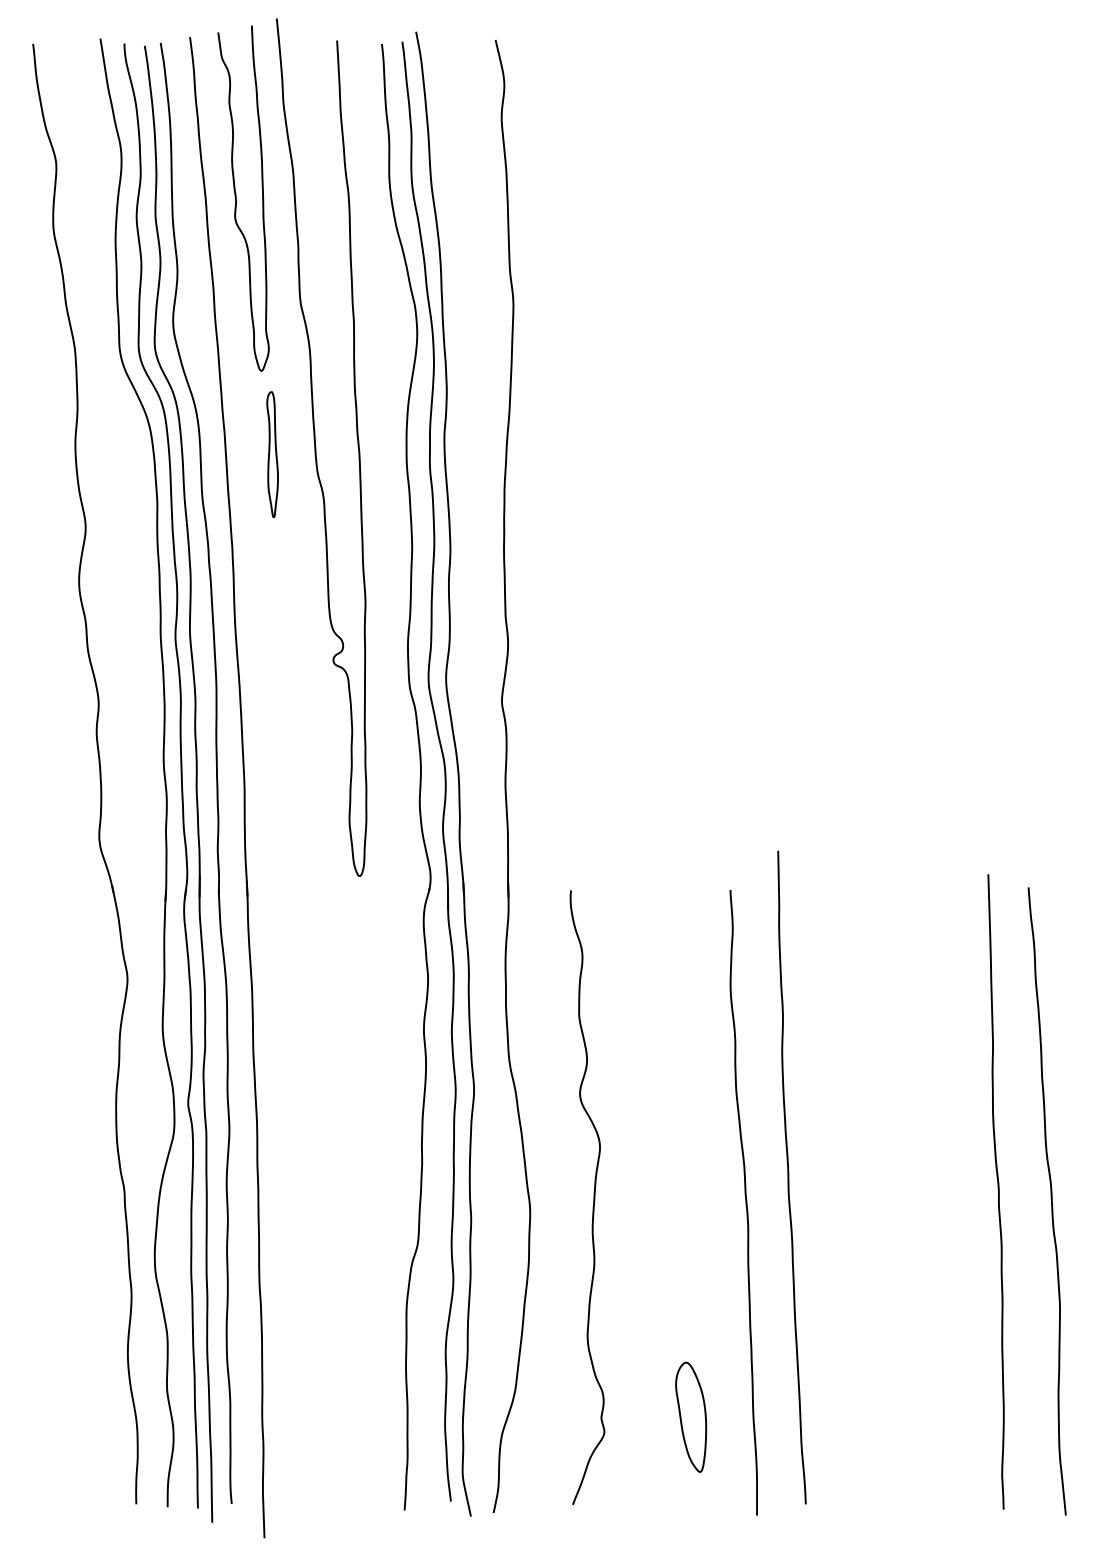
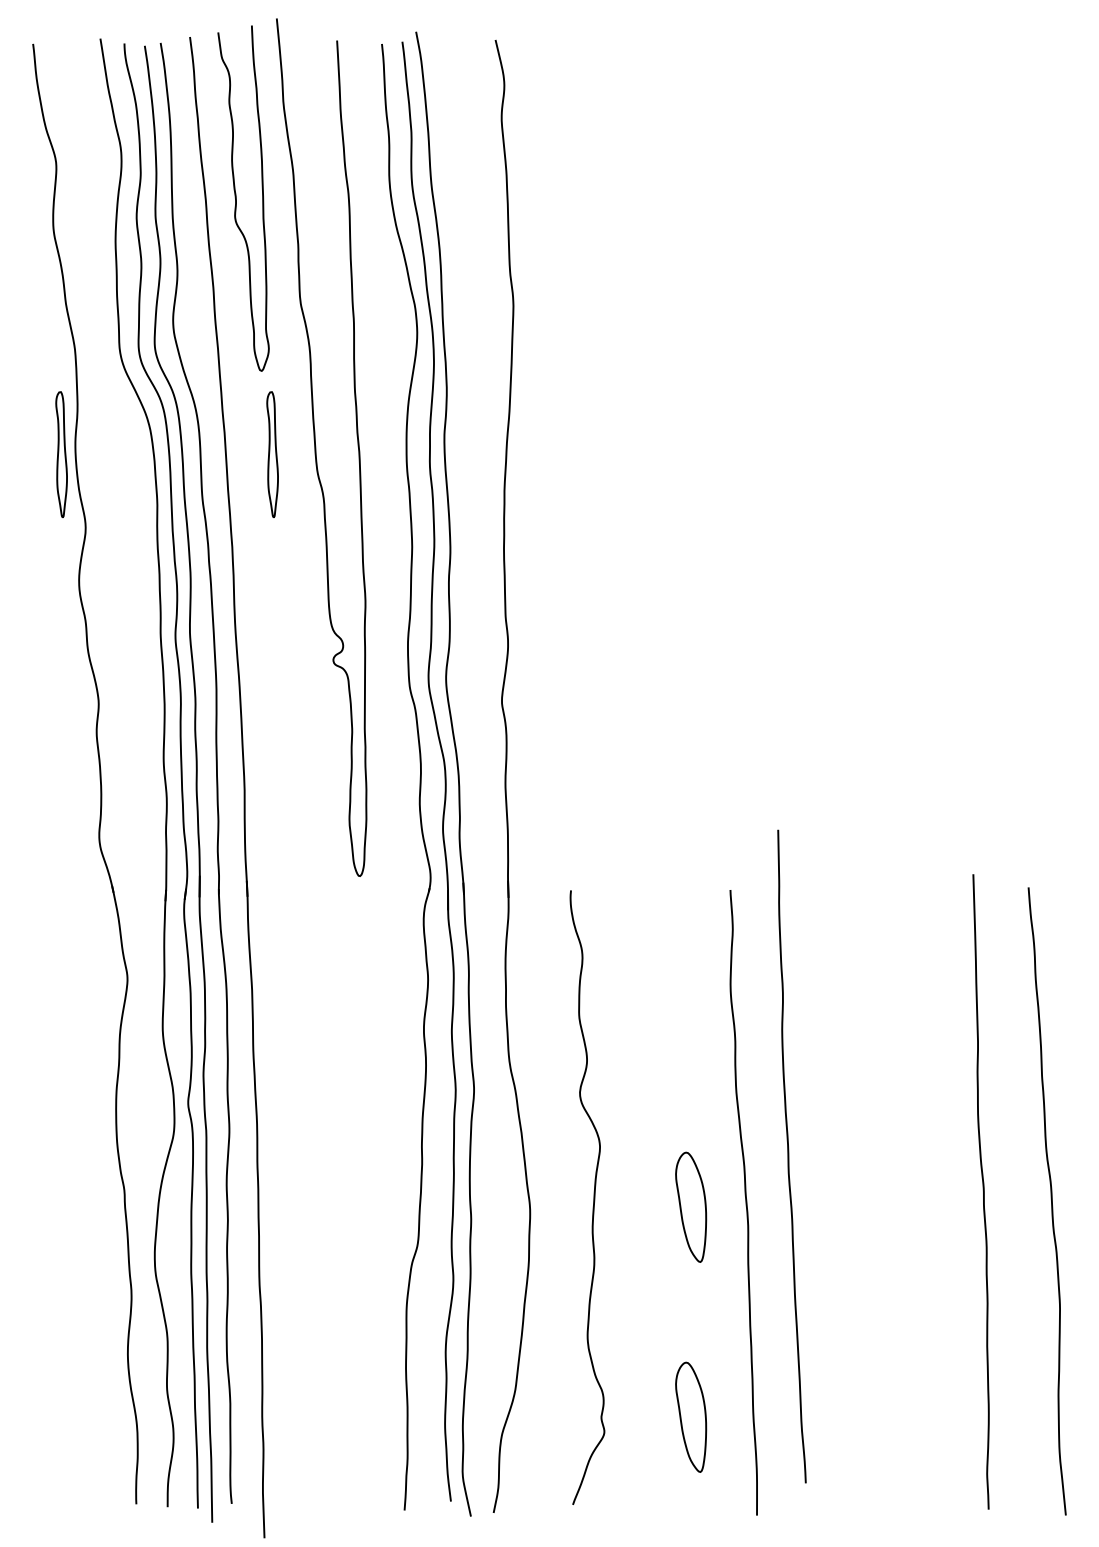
part at (61, 454): none -> present
curve at (789, 1177) position: (789, 1177) -> (789, 1156)
curve at (997, 1190) position: (997, 1190) -> (982, 1190)
part at (691, 1206): none -> present
